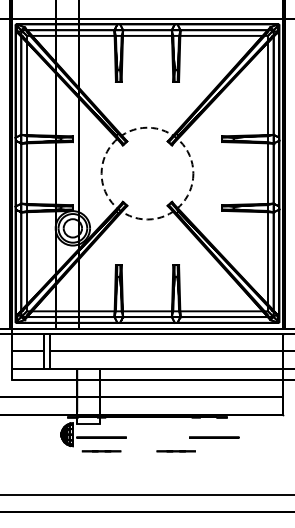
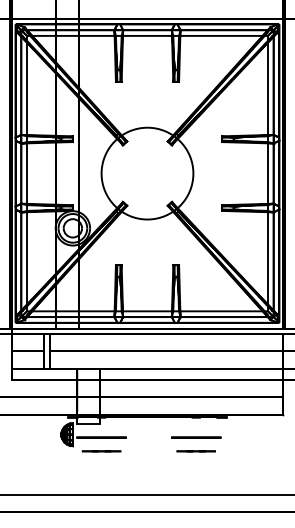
circle at (147, 173): dashed -> solid
circle at (214, 437) position: (214, 437) -> (196, 437)
line at (175, 451) position: (175, 451) -> (195, 451)
